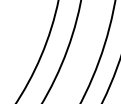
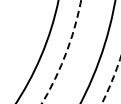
arc at (66, 51): solid -> dashed
arc at (112, 80): solid -> dashed
